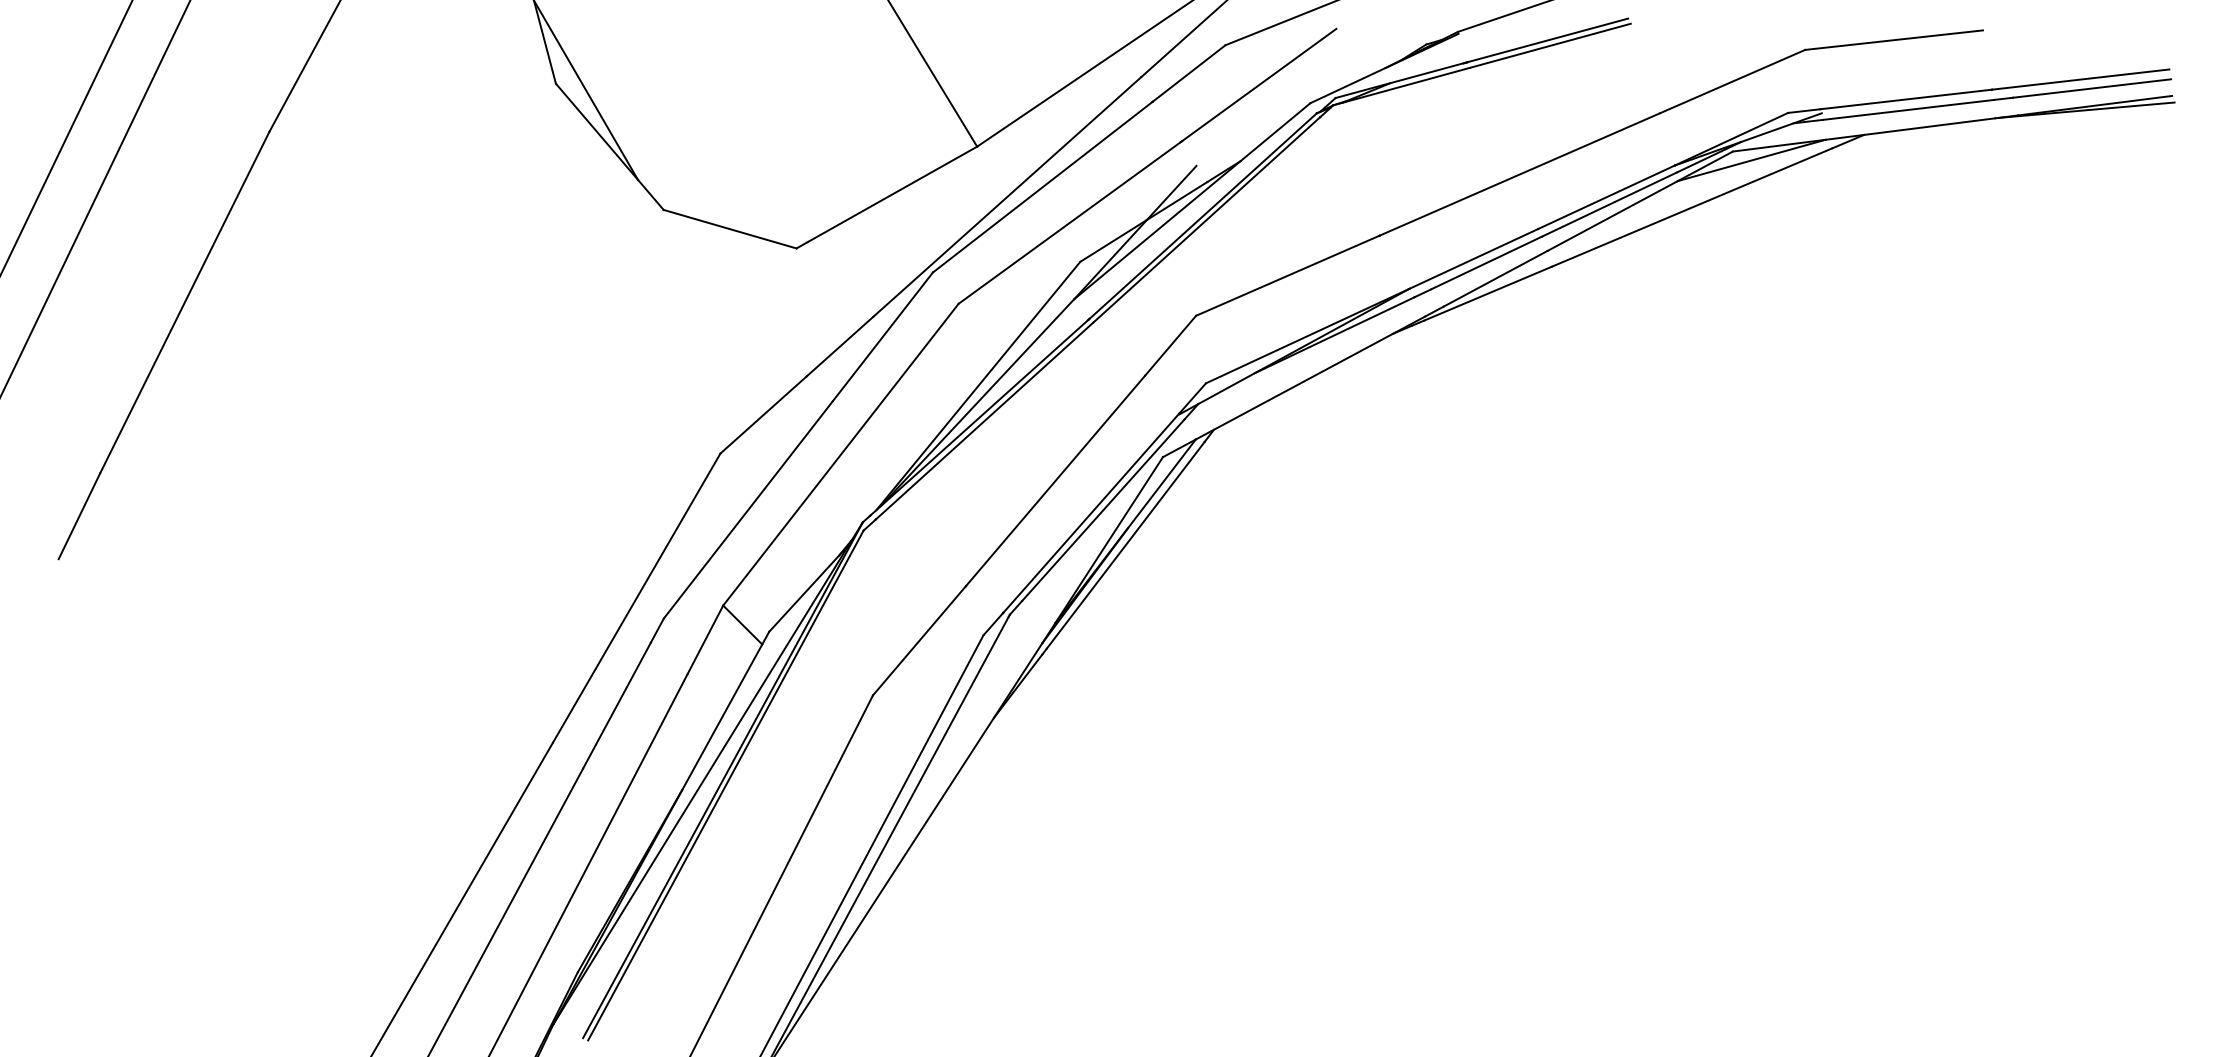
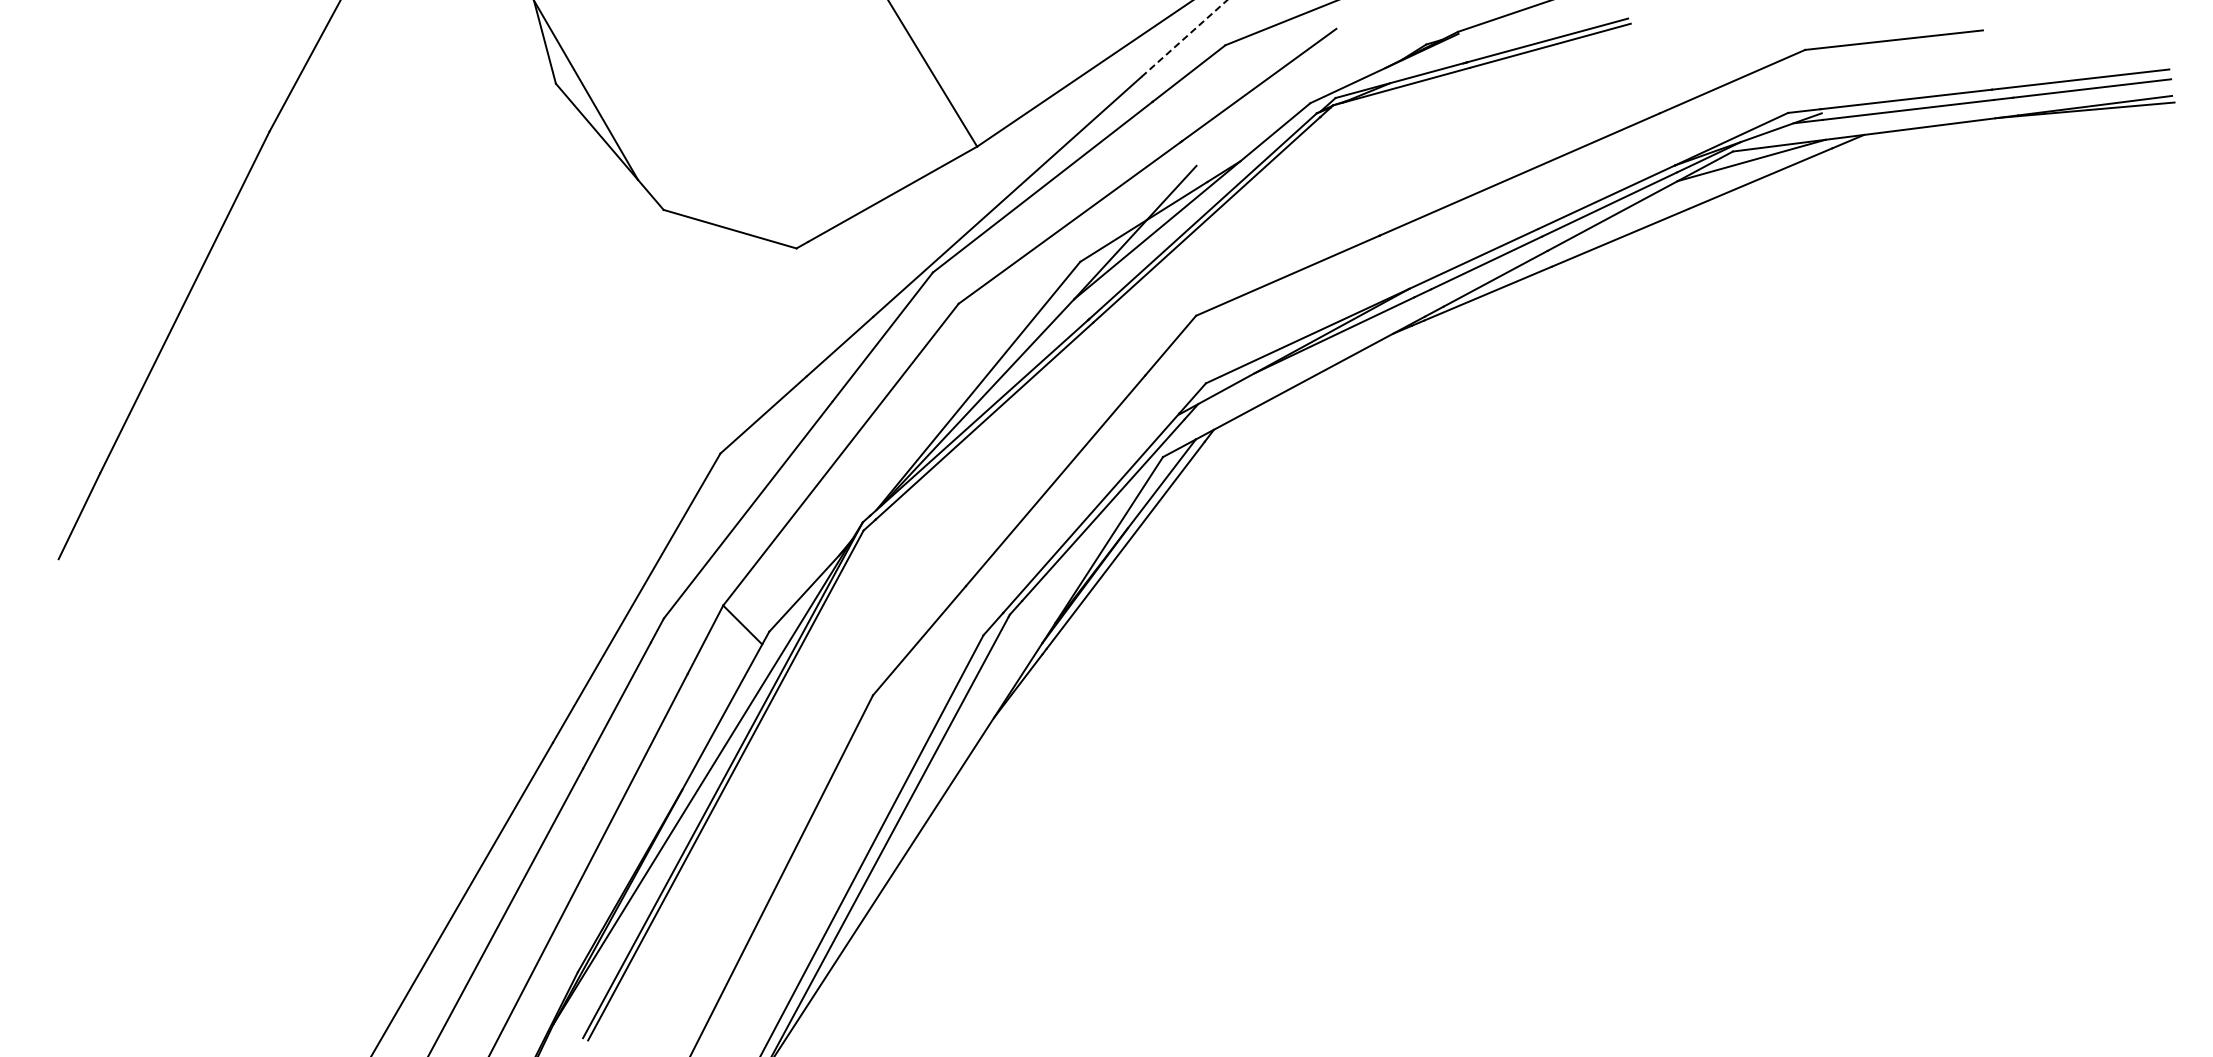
line at (1184, 38): solid -> dashed
line at (66, 136): present -> none
line at (95, 197): present -> none
